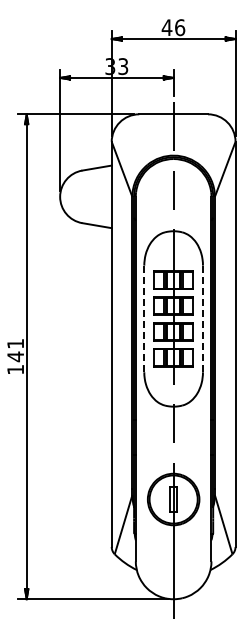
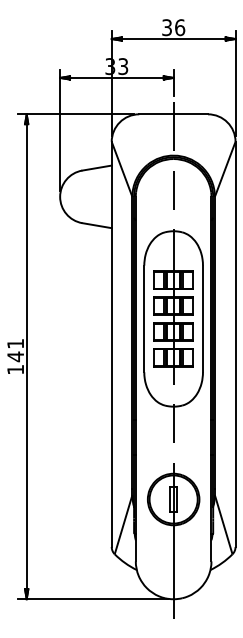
text at (166, 27): 46 -> 36
line at (144, 318): dashed -> solid
line at (202, 319): dashed -> solid
